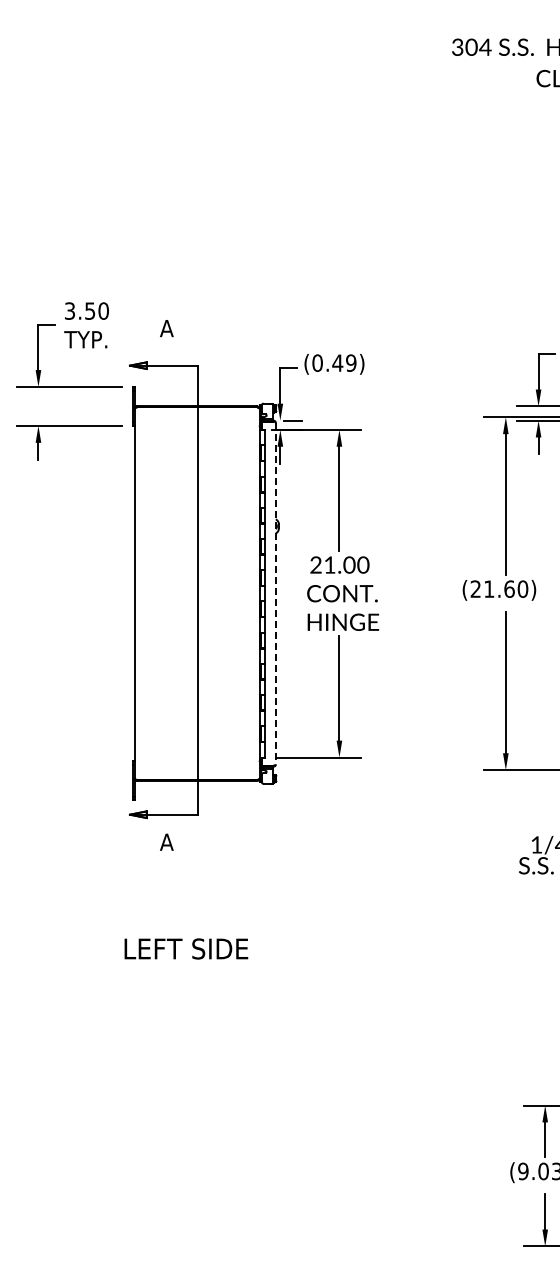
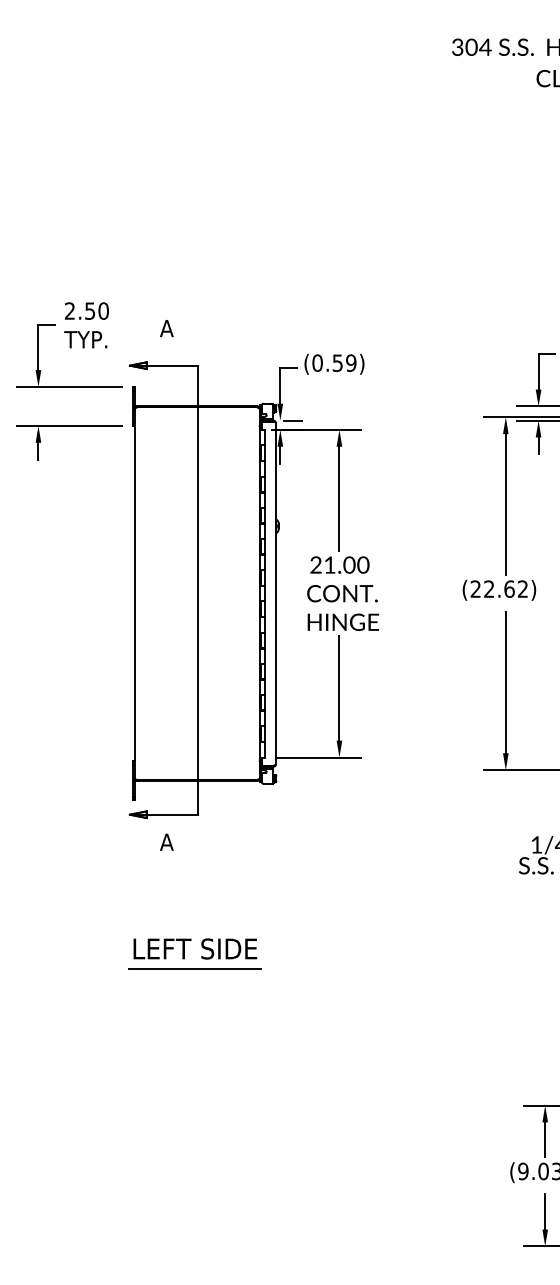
text at (69, 310): 3.50 -> 2.50
text at (337, 362): (0.49) -> (0.59)
text at (506, 588): (21.60) -> (22.62)
line at (275, 593): dashed -> solid
text at (186, 948) position: (186, 948) -> (195, 948)
line at (194, 969): none -> present
